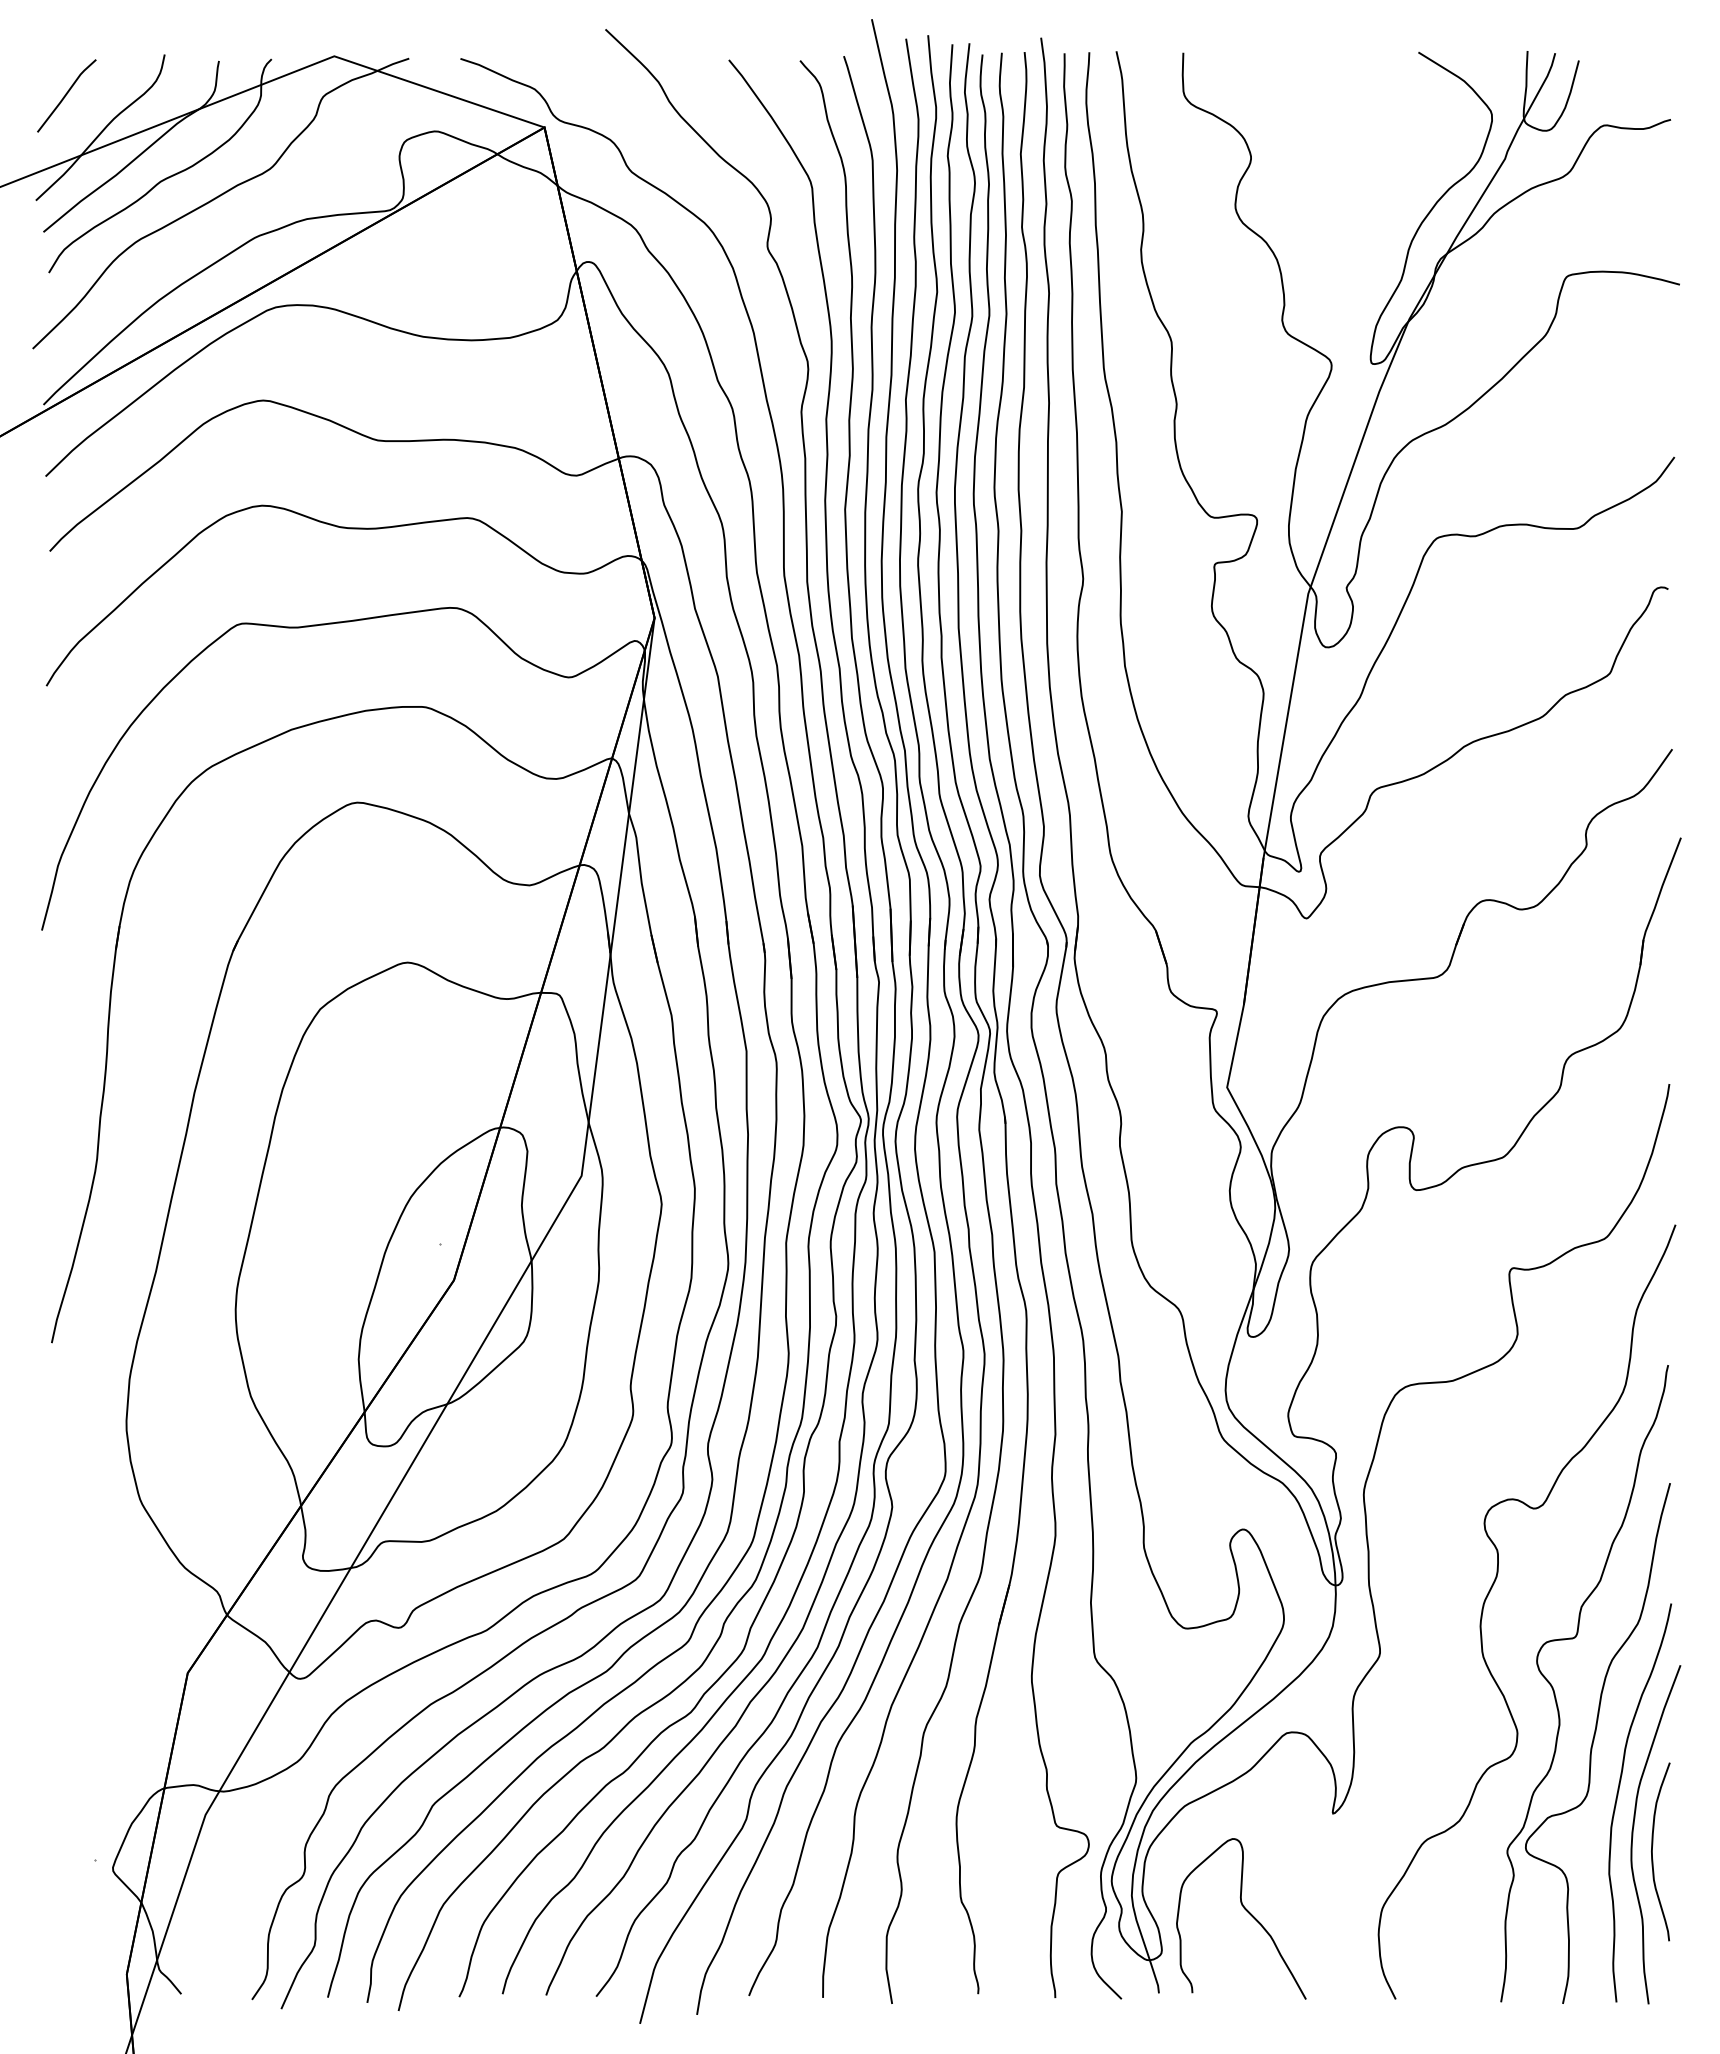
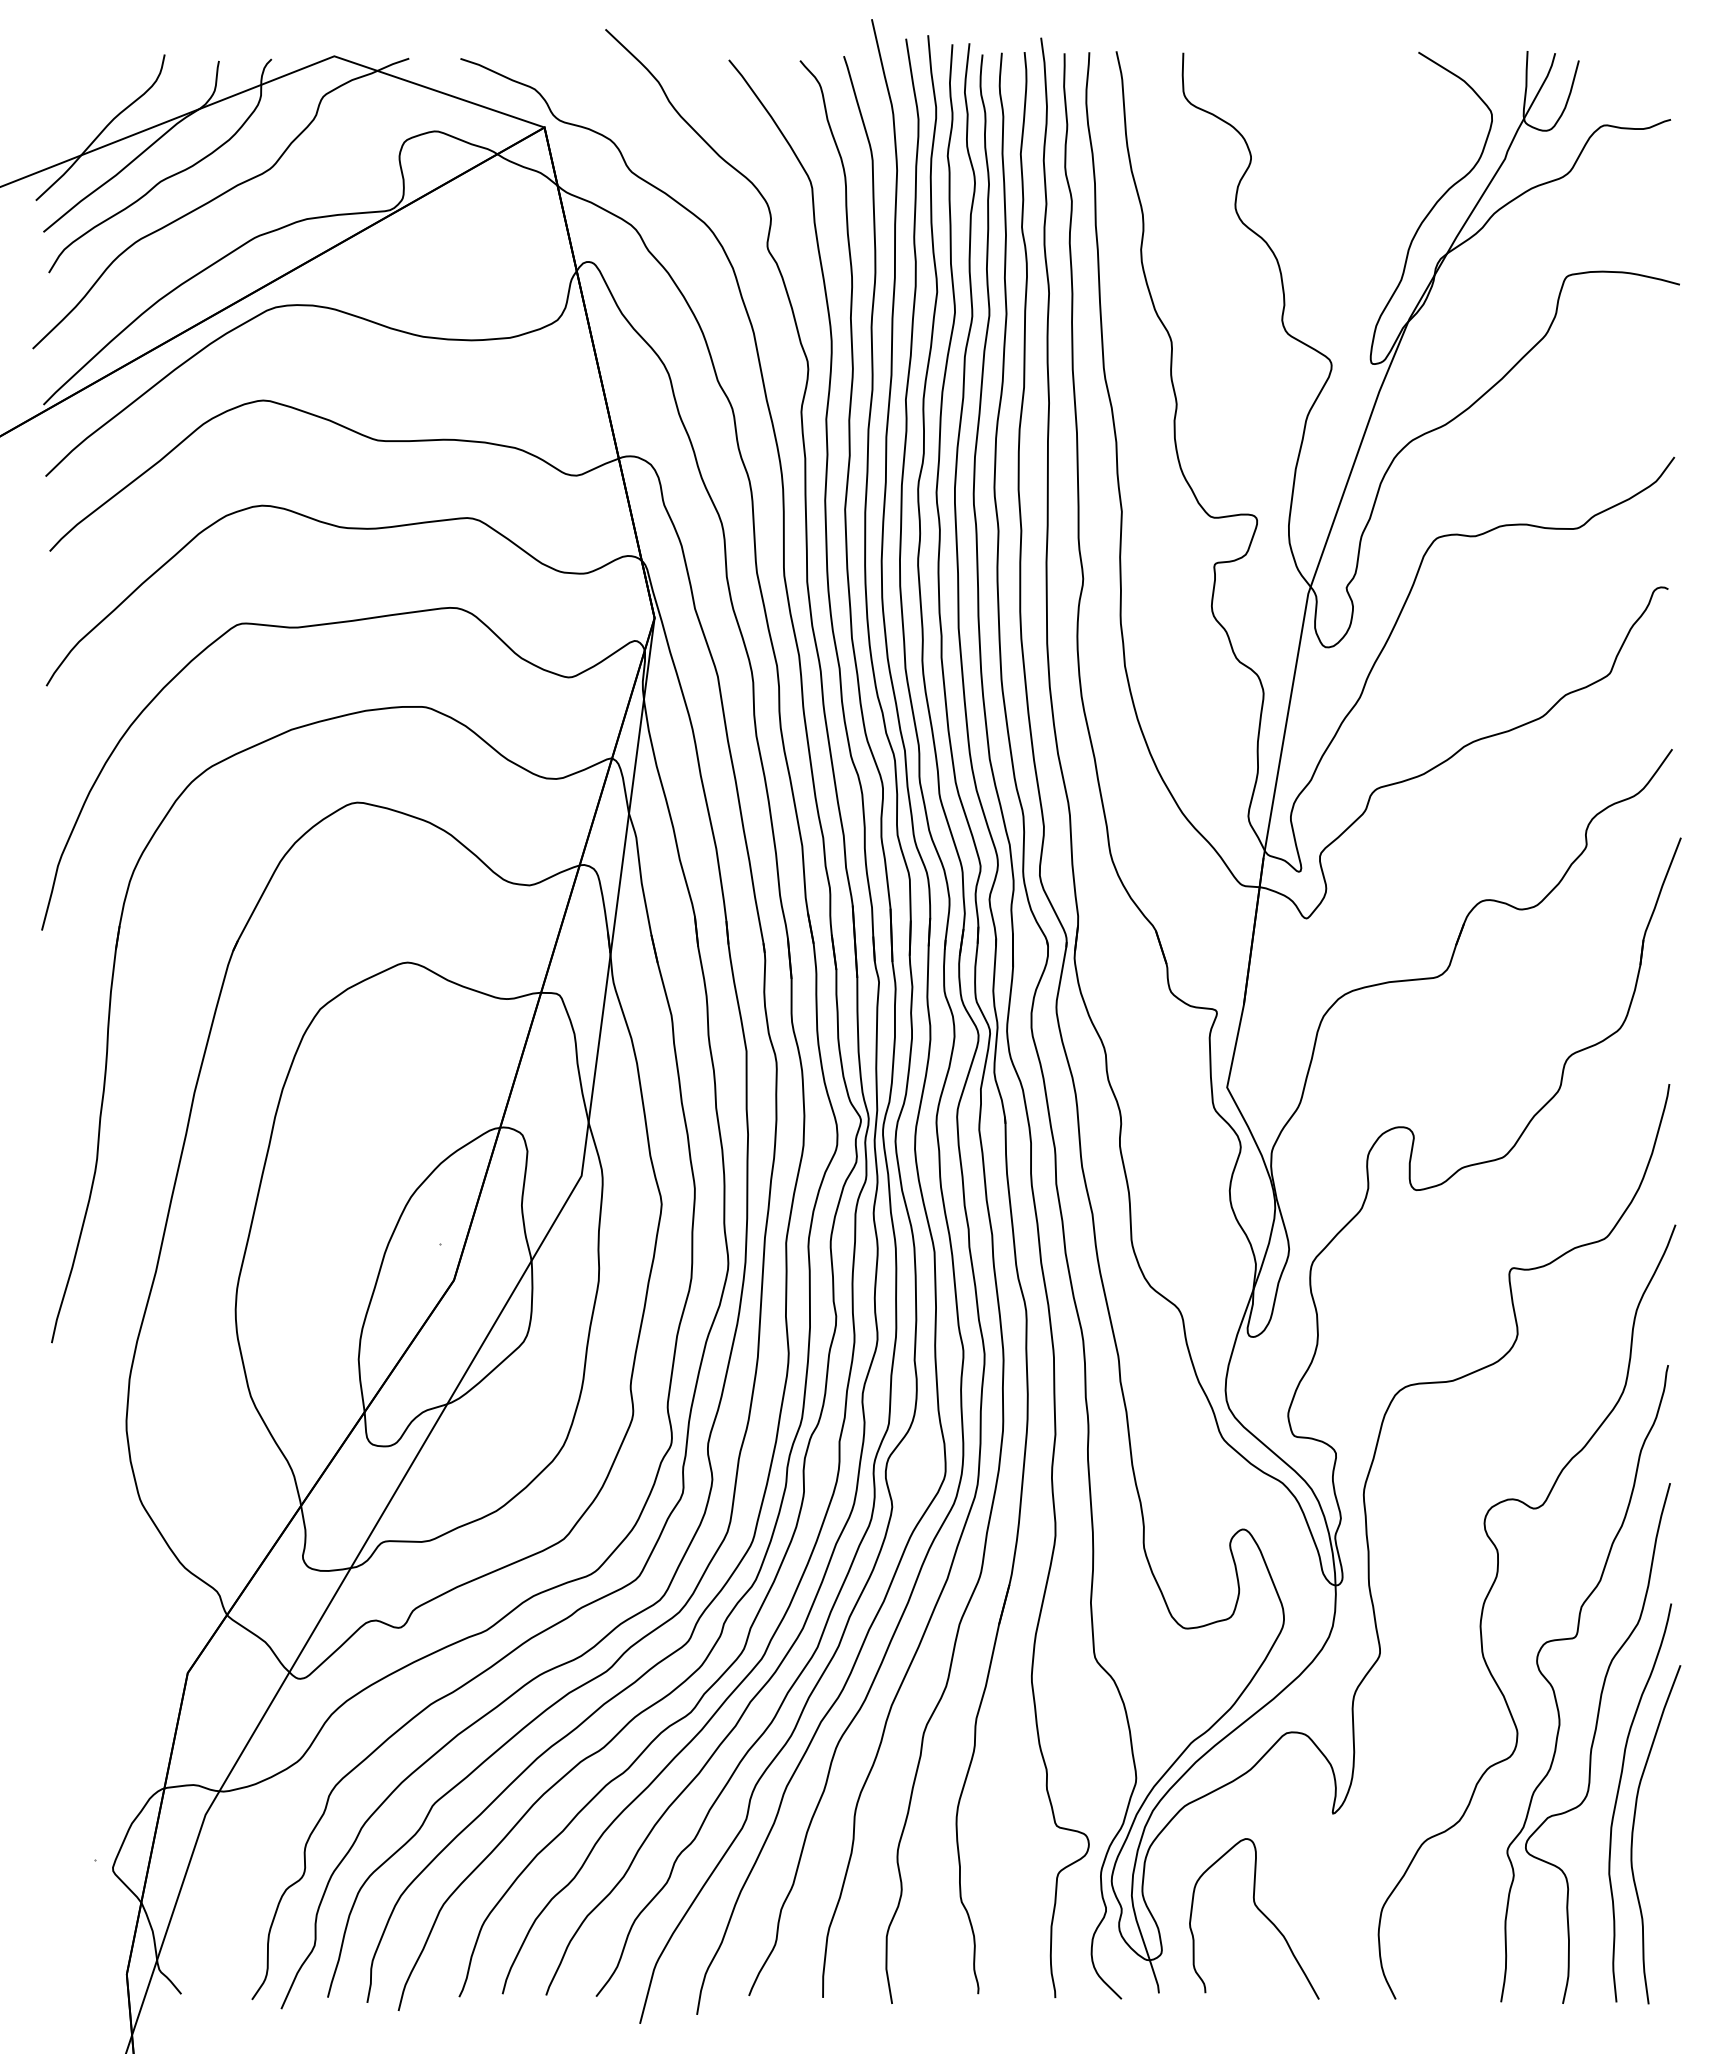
line at (66, 95): present -> none
curve at (1652, 1851): present -> none
curve at (1247, 1912) position: (1247, 1912) -> (1260, 1912)
